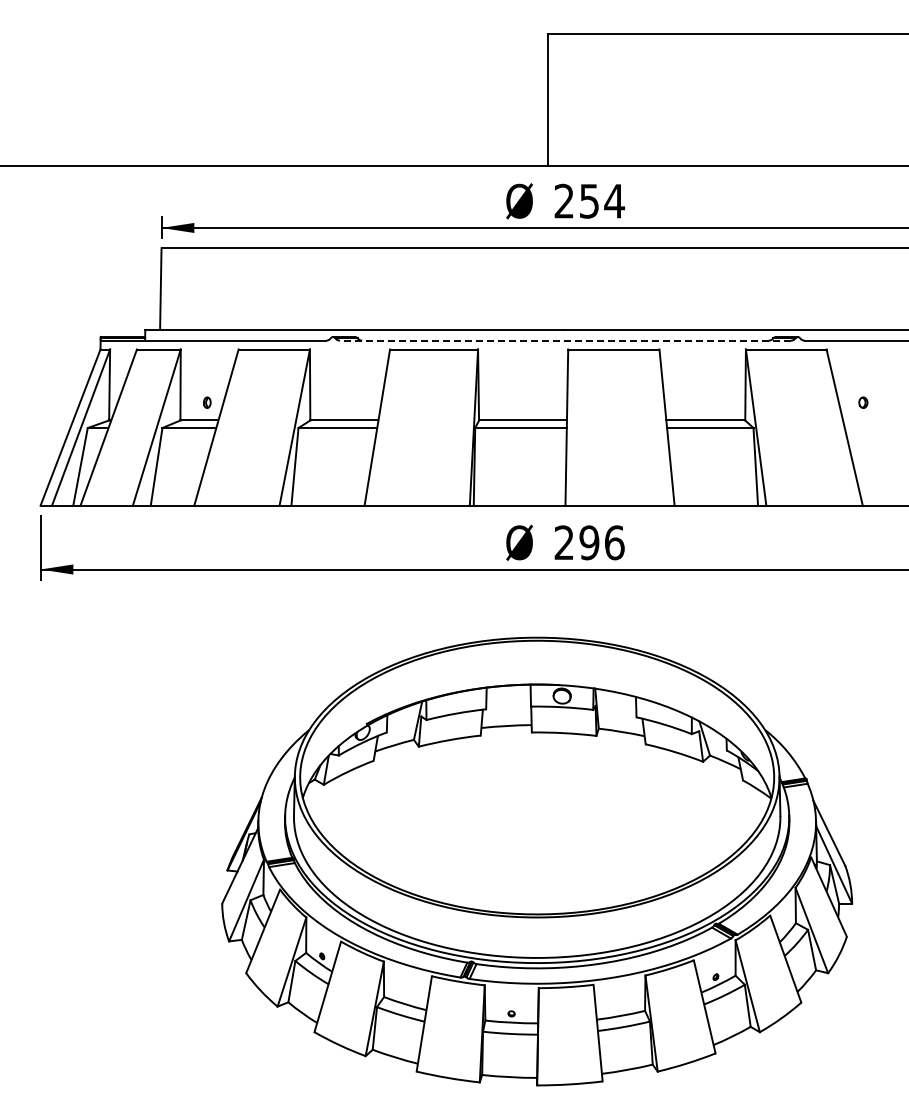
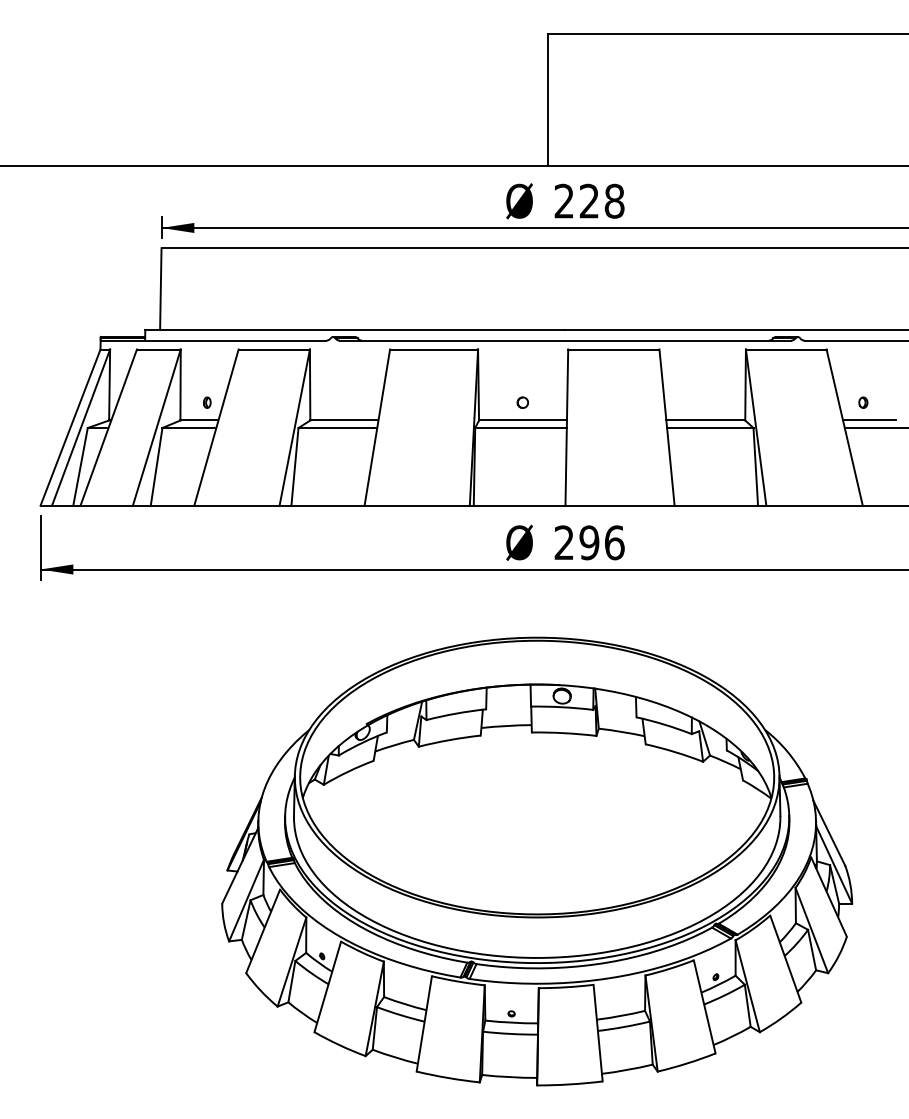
text at (602, 200): 254 -> 228
line at (565, 340): dashed -> solid
part at (522, 402): none -> present
line at (869, 420): none -> present
line at (874, 428): none -> present
